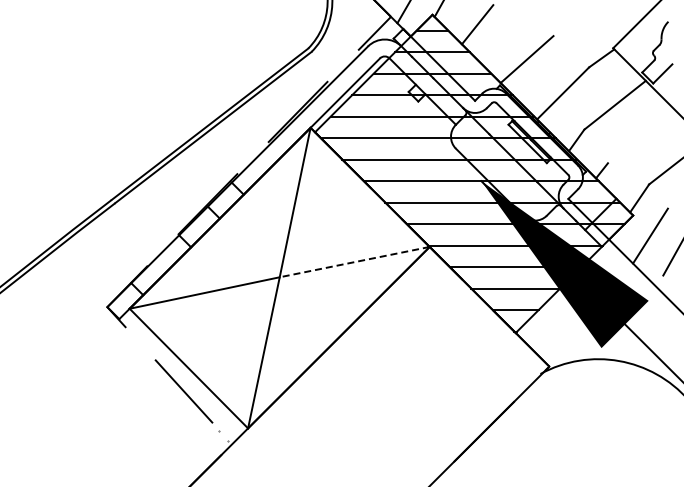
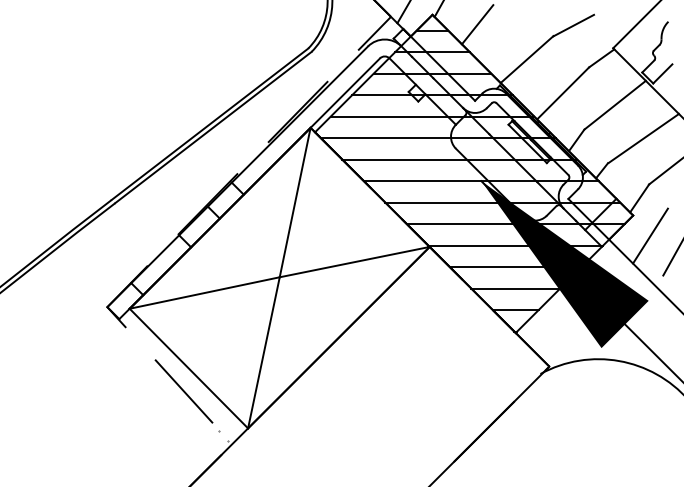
line at (573, 25): none -> present
line at (643, 138): none -> present
line at (354, 262): dashed -> solid
